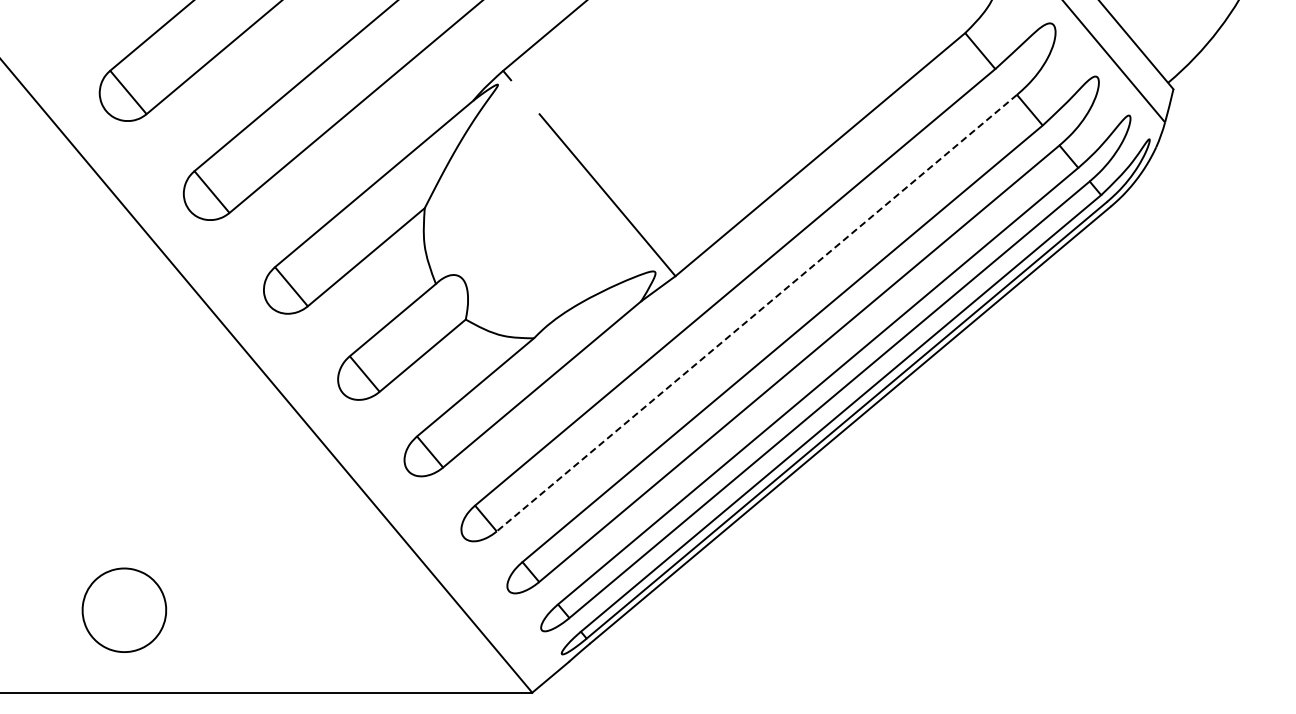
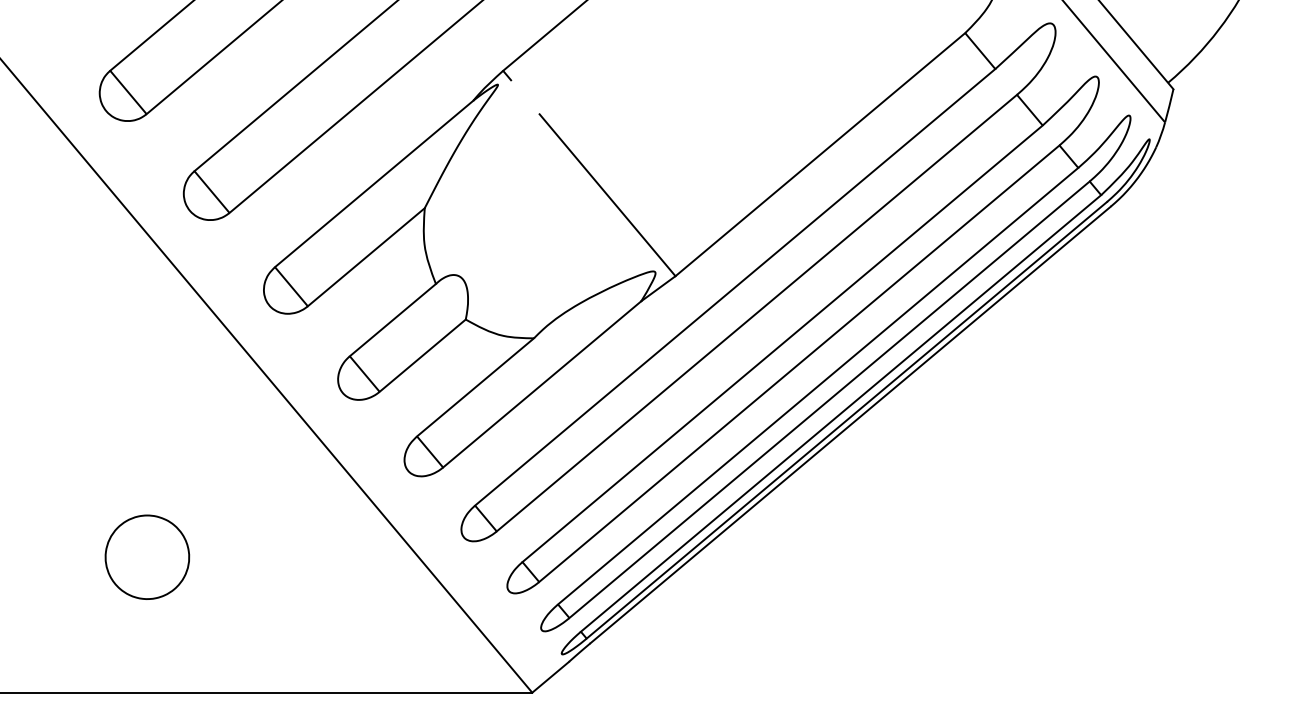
line at (756, 313): dashed -> solid
part at (124, 609) position: (124, 609) -> (147, 556)
